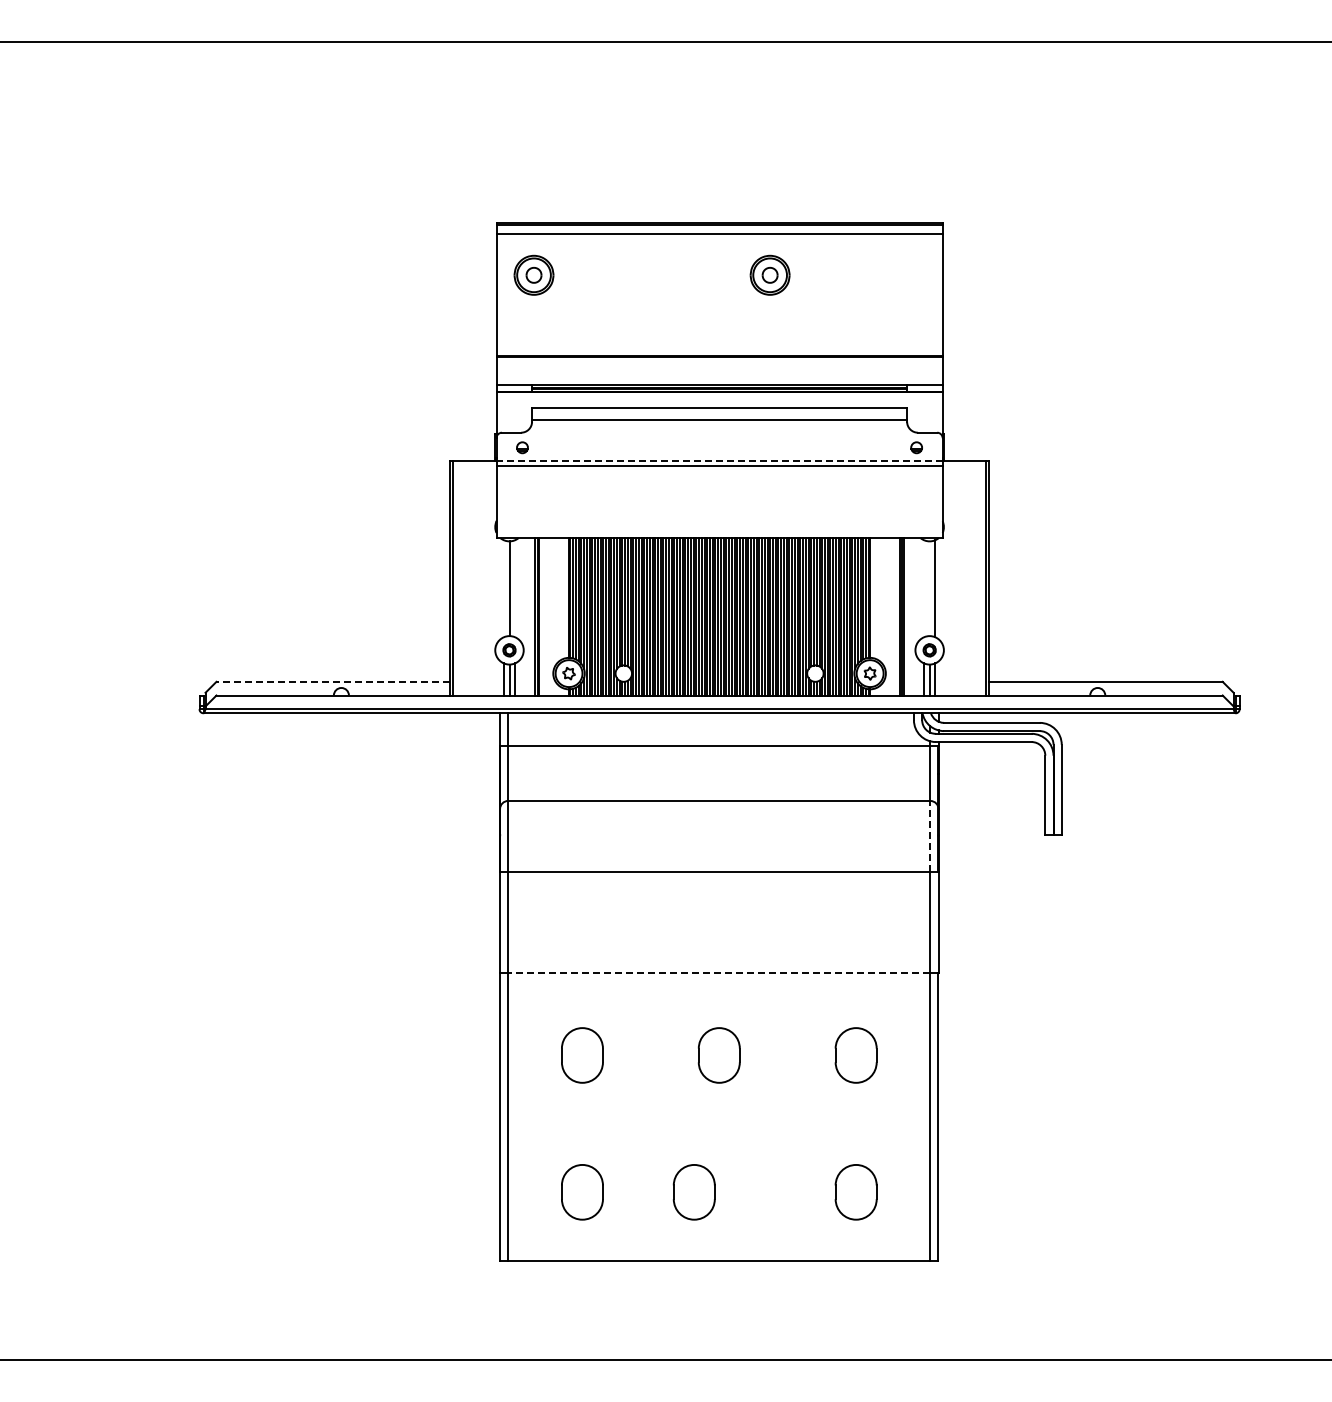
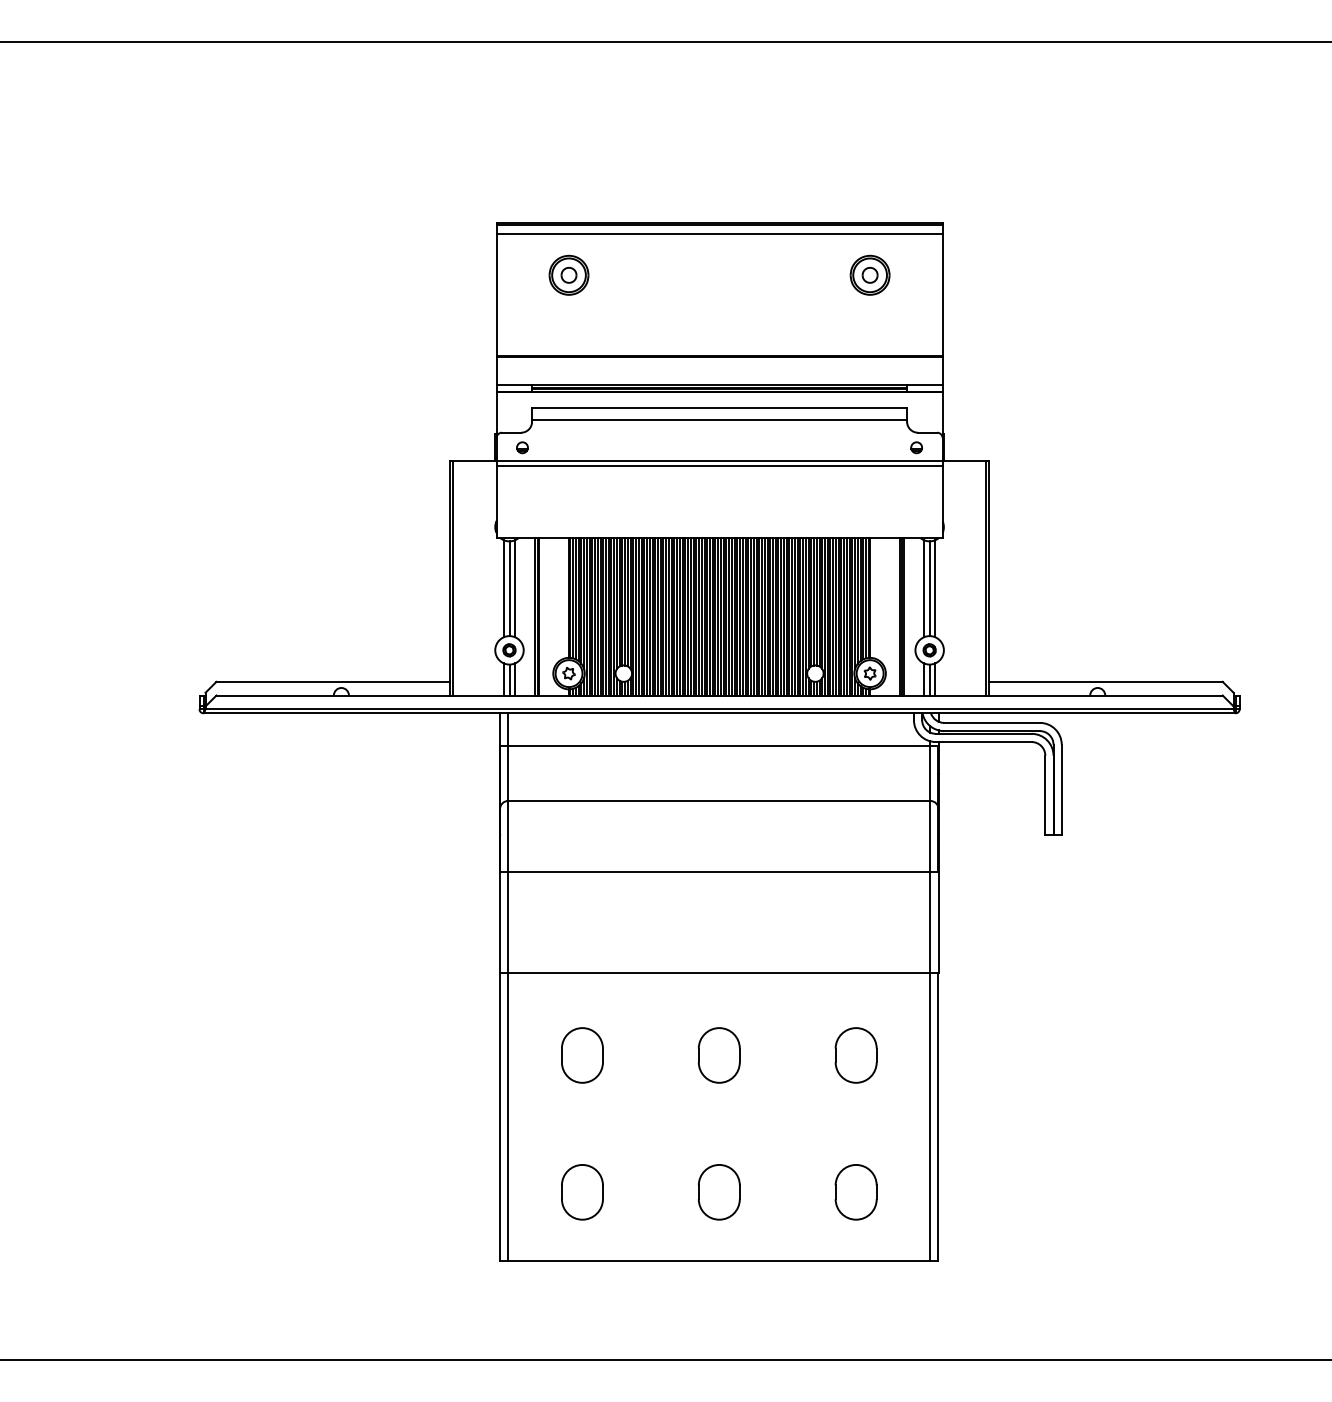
part at (533, 274) position: (533, 274) -> (568, 274)
part at (769, 274) position: (769, 274) -> (869, 274)
line at (719, 461): dashed -> solid
line at (504, 588): none -> present
line at (514, 588): none -> present
line at (924, 588): none -> present
line at (929, 588): none -> present
line at (333, 681): dashed -> solid
line at (930, 836): dashed -> solid
line at (718, 973): dashed -> solid
part at (693, 1192) position: (693, 1192) -> (718, 1192)
